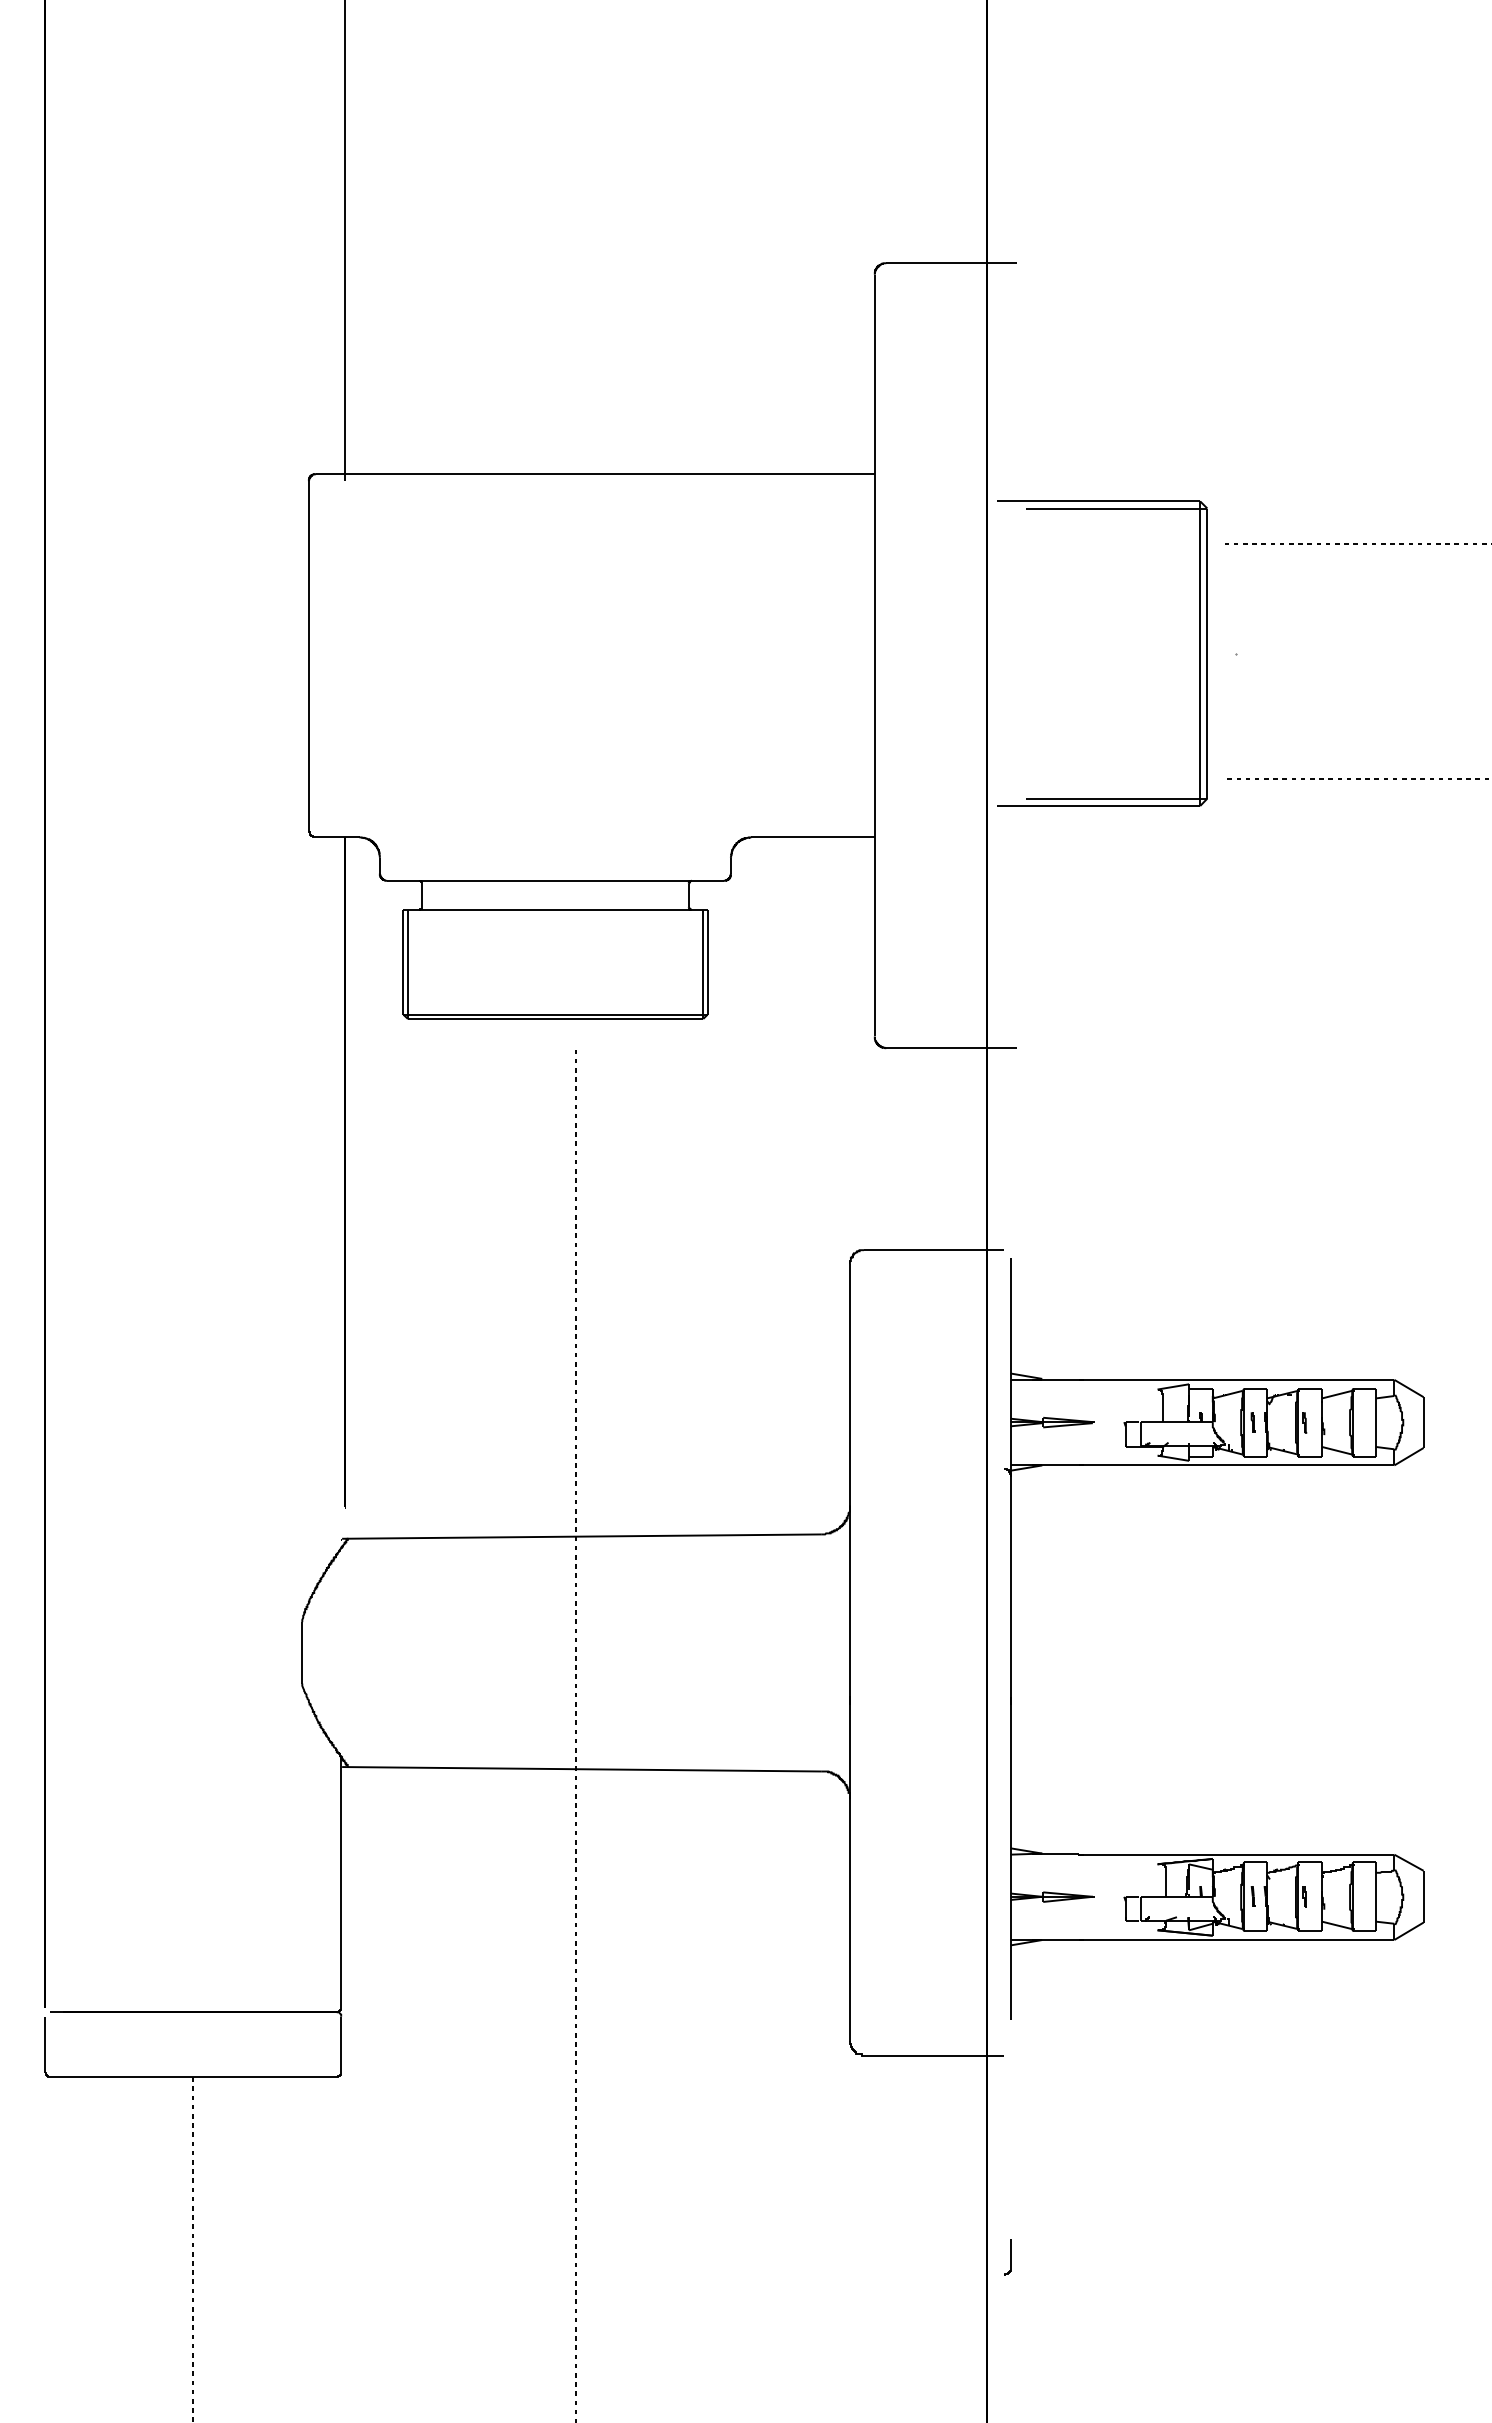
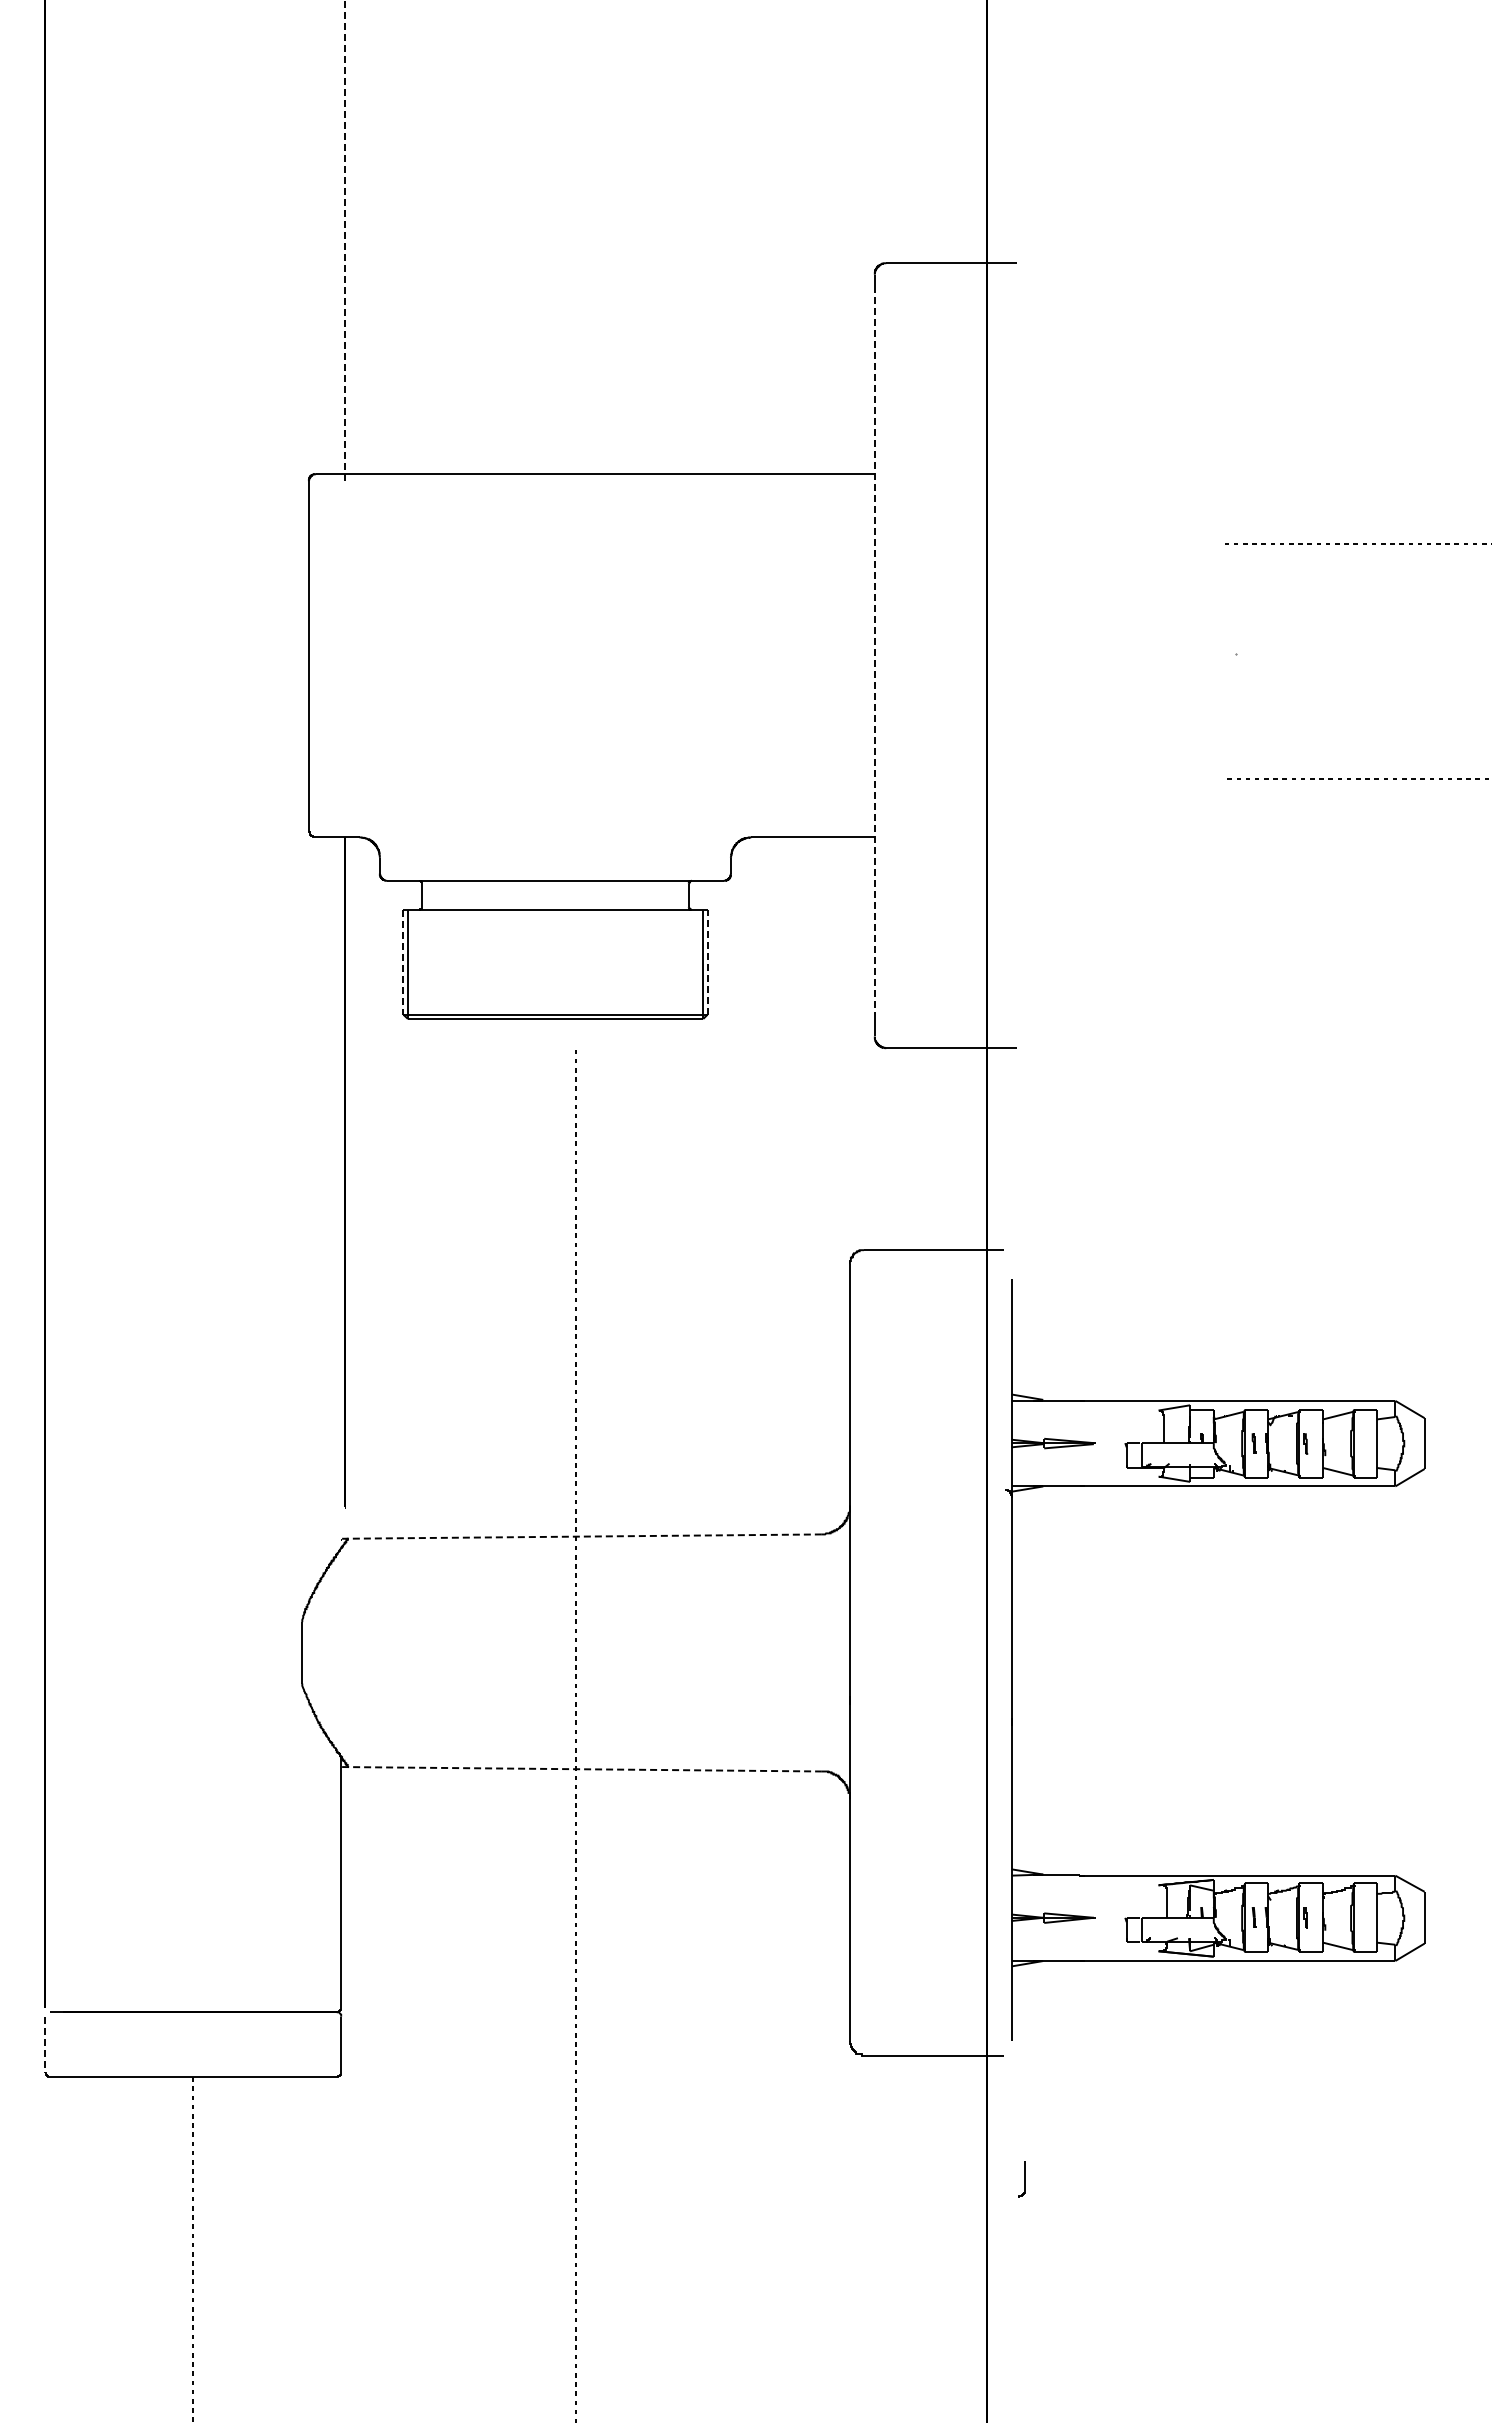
line at (345, 240): solid -> dashed
part at (1199, 653): present -> none
line at (874, 655): solid -> dashed
line at (707, 961): solid -> dashed
line at (403, 962): solid -> dashed
part at (1214, 1465) position: (1214, 1465) -> (1215, 1486)
line at (581, 1536): solid -> dashed
line at (581, 1769): solid -> dashed
line at (44, 2045): solid -> dashed
part at (1007, 2257) position: (1007, 2257) -> (1021, 2179)
